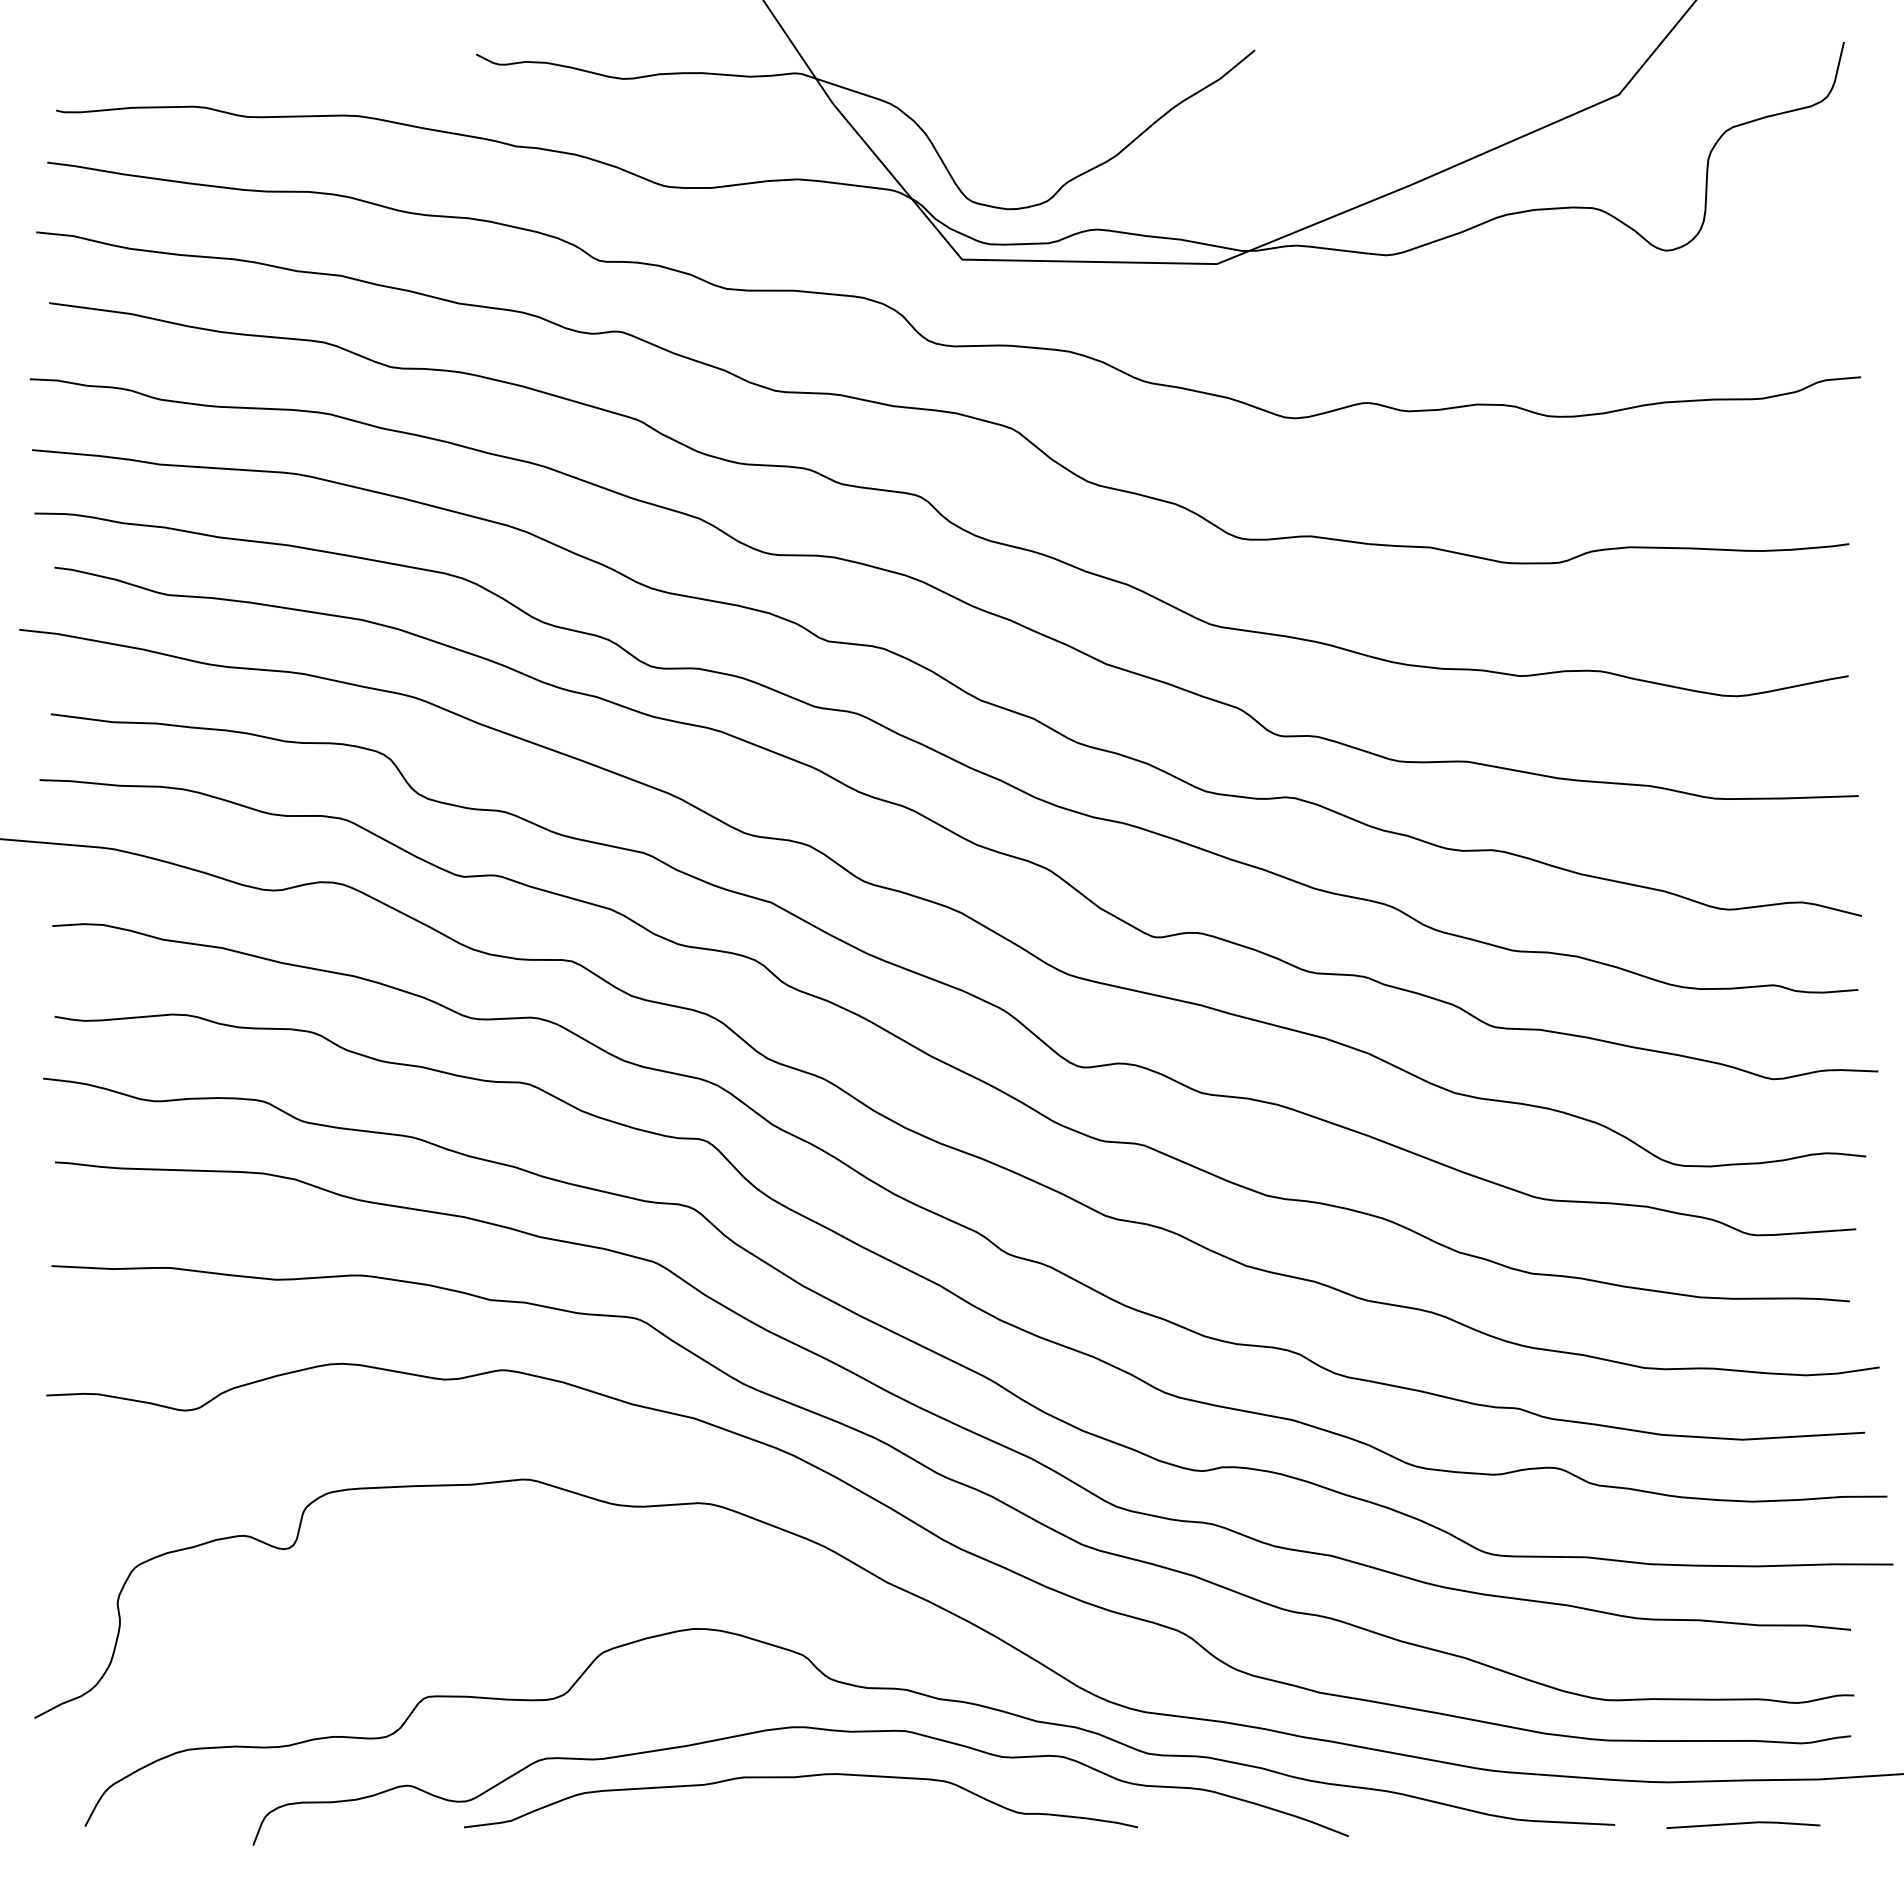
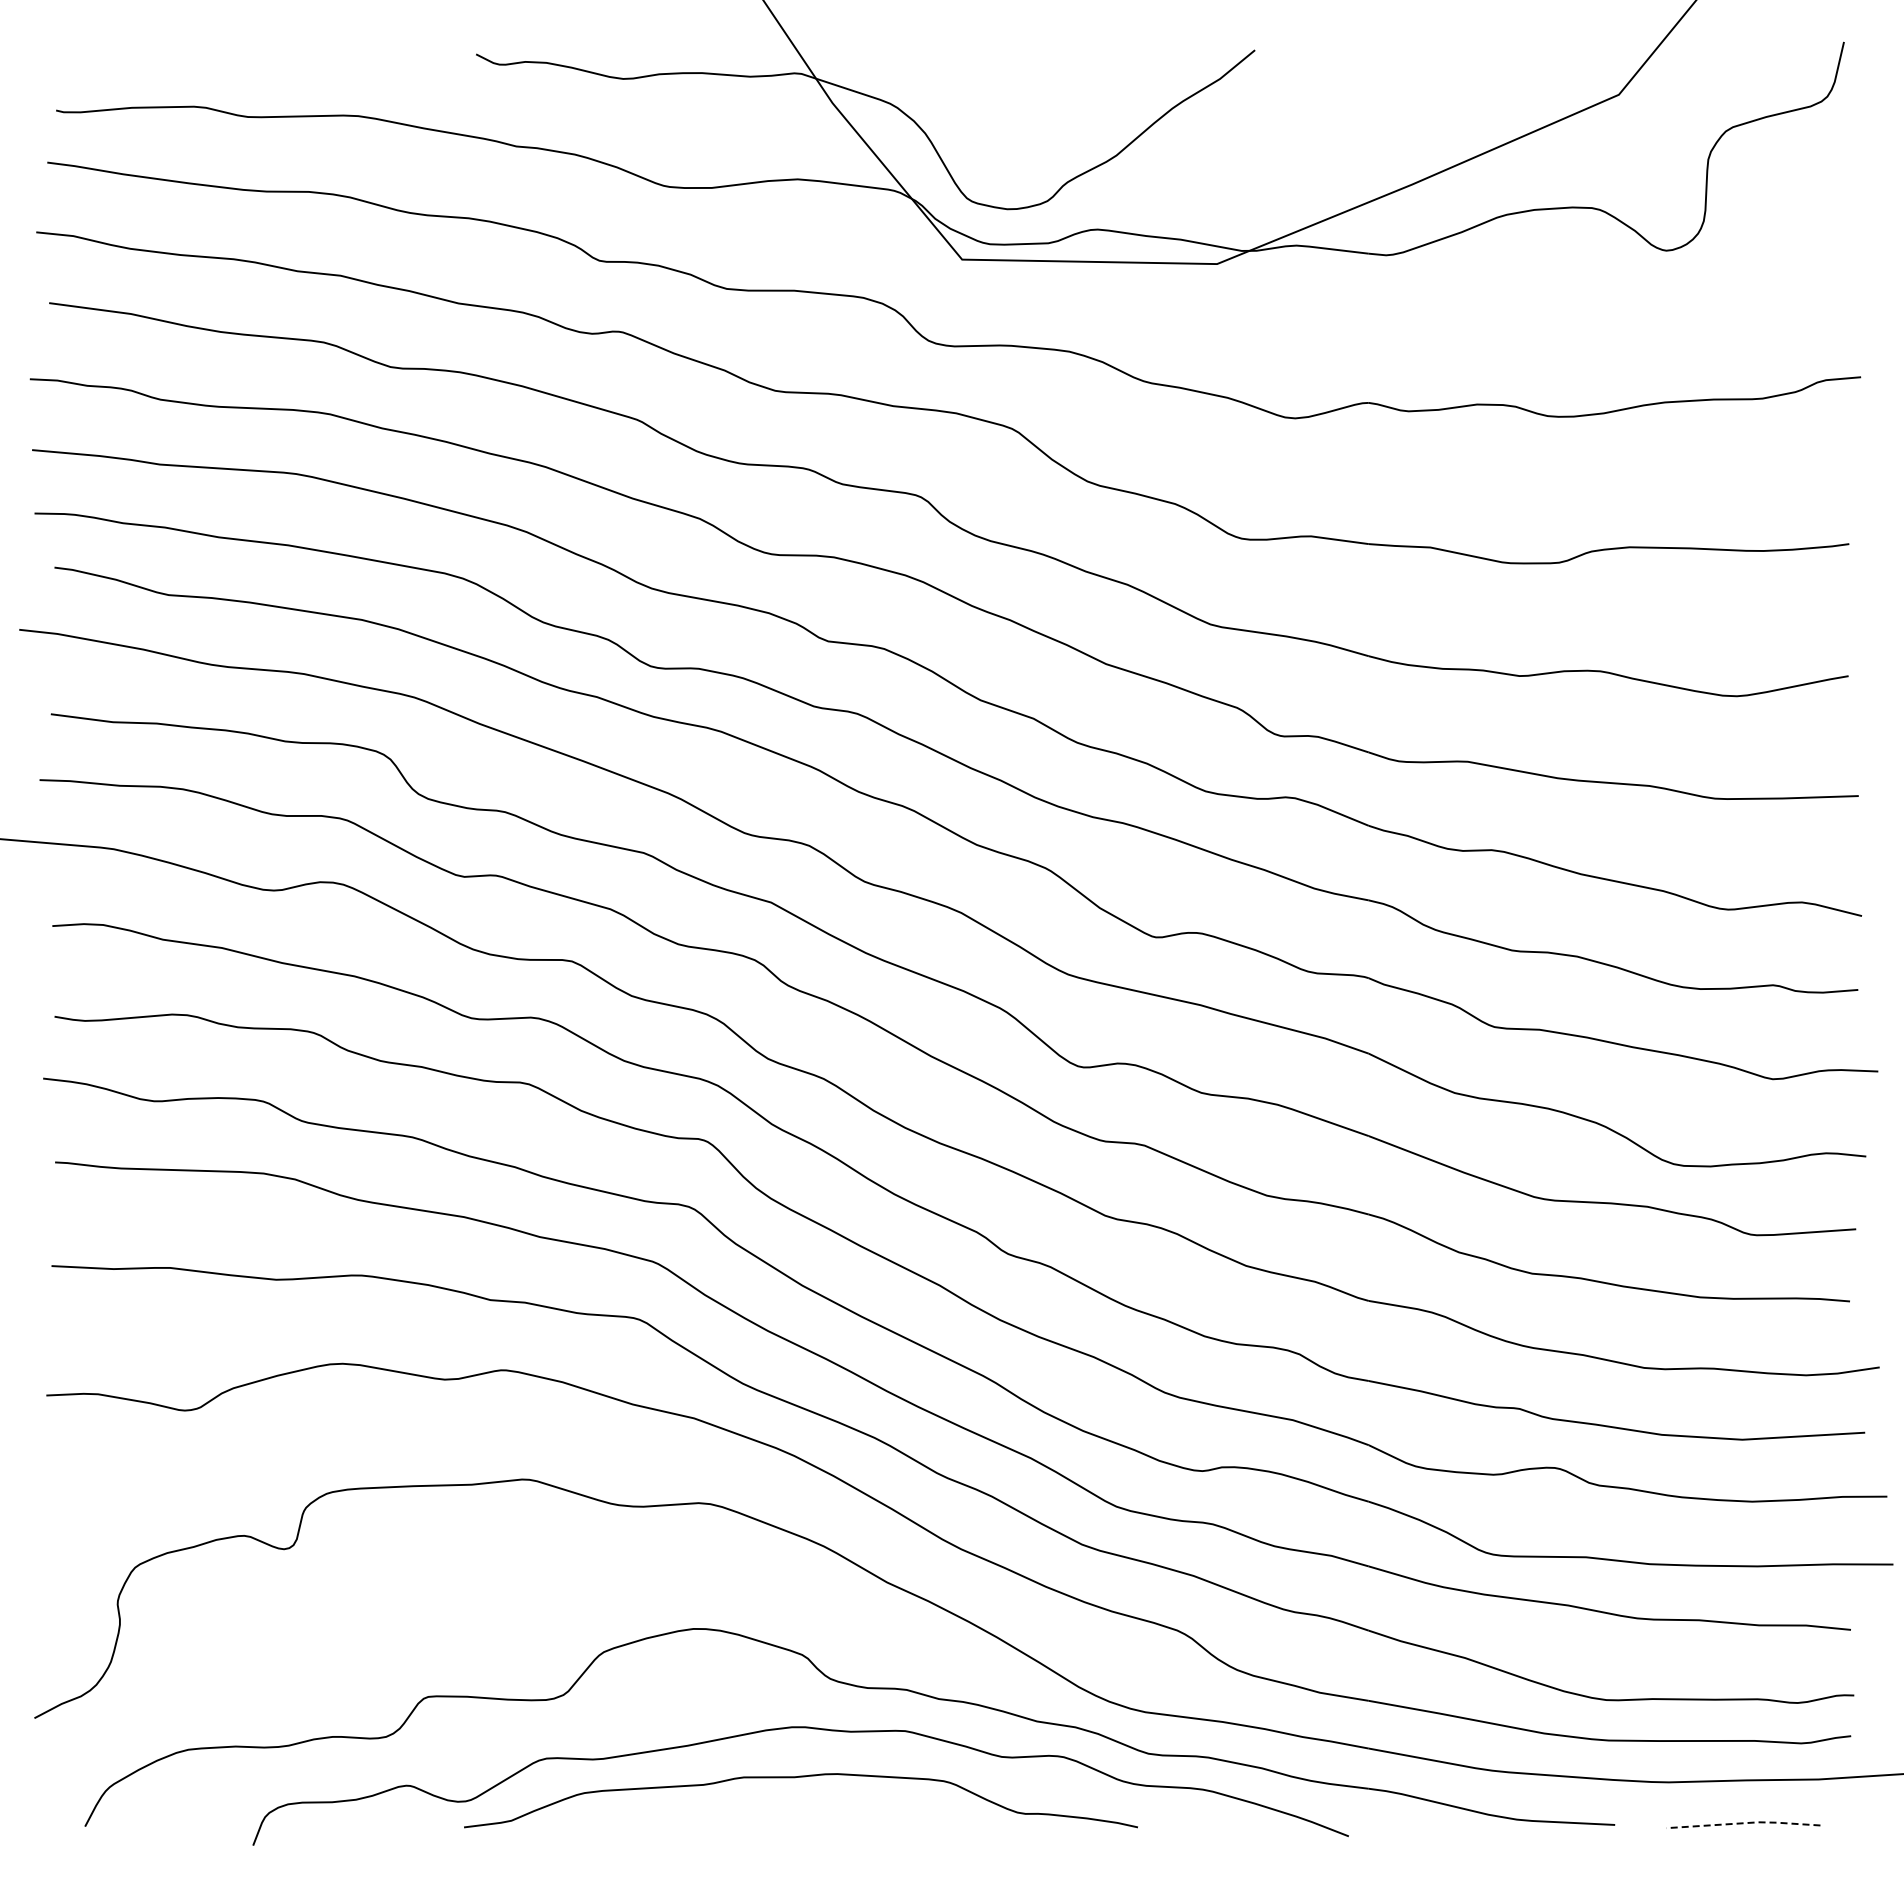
line at (1744, 1823): solid -> dashed
